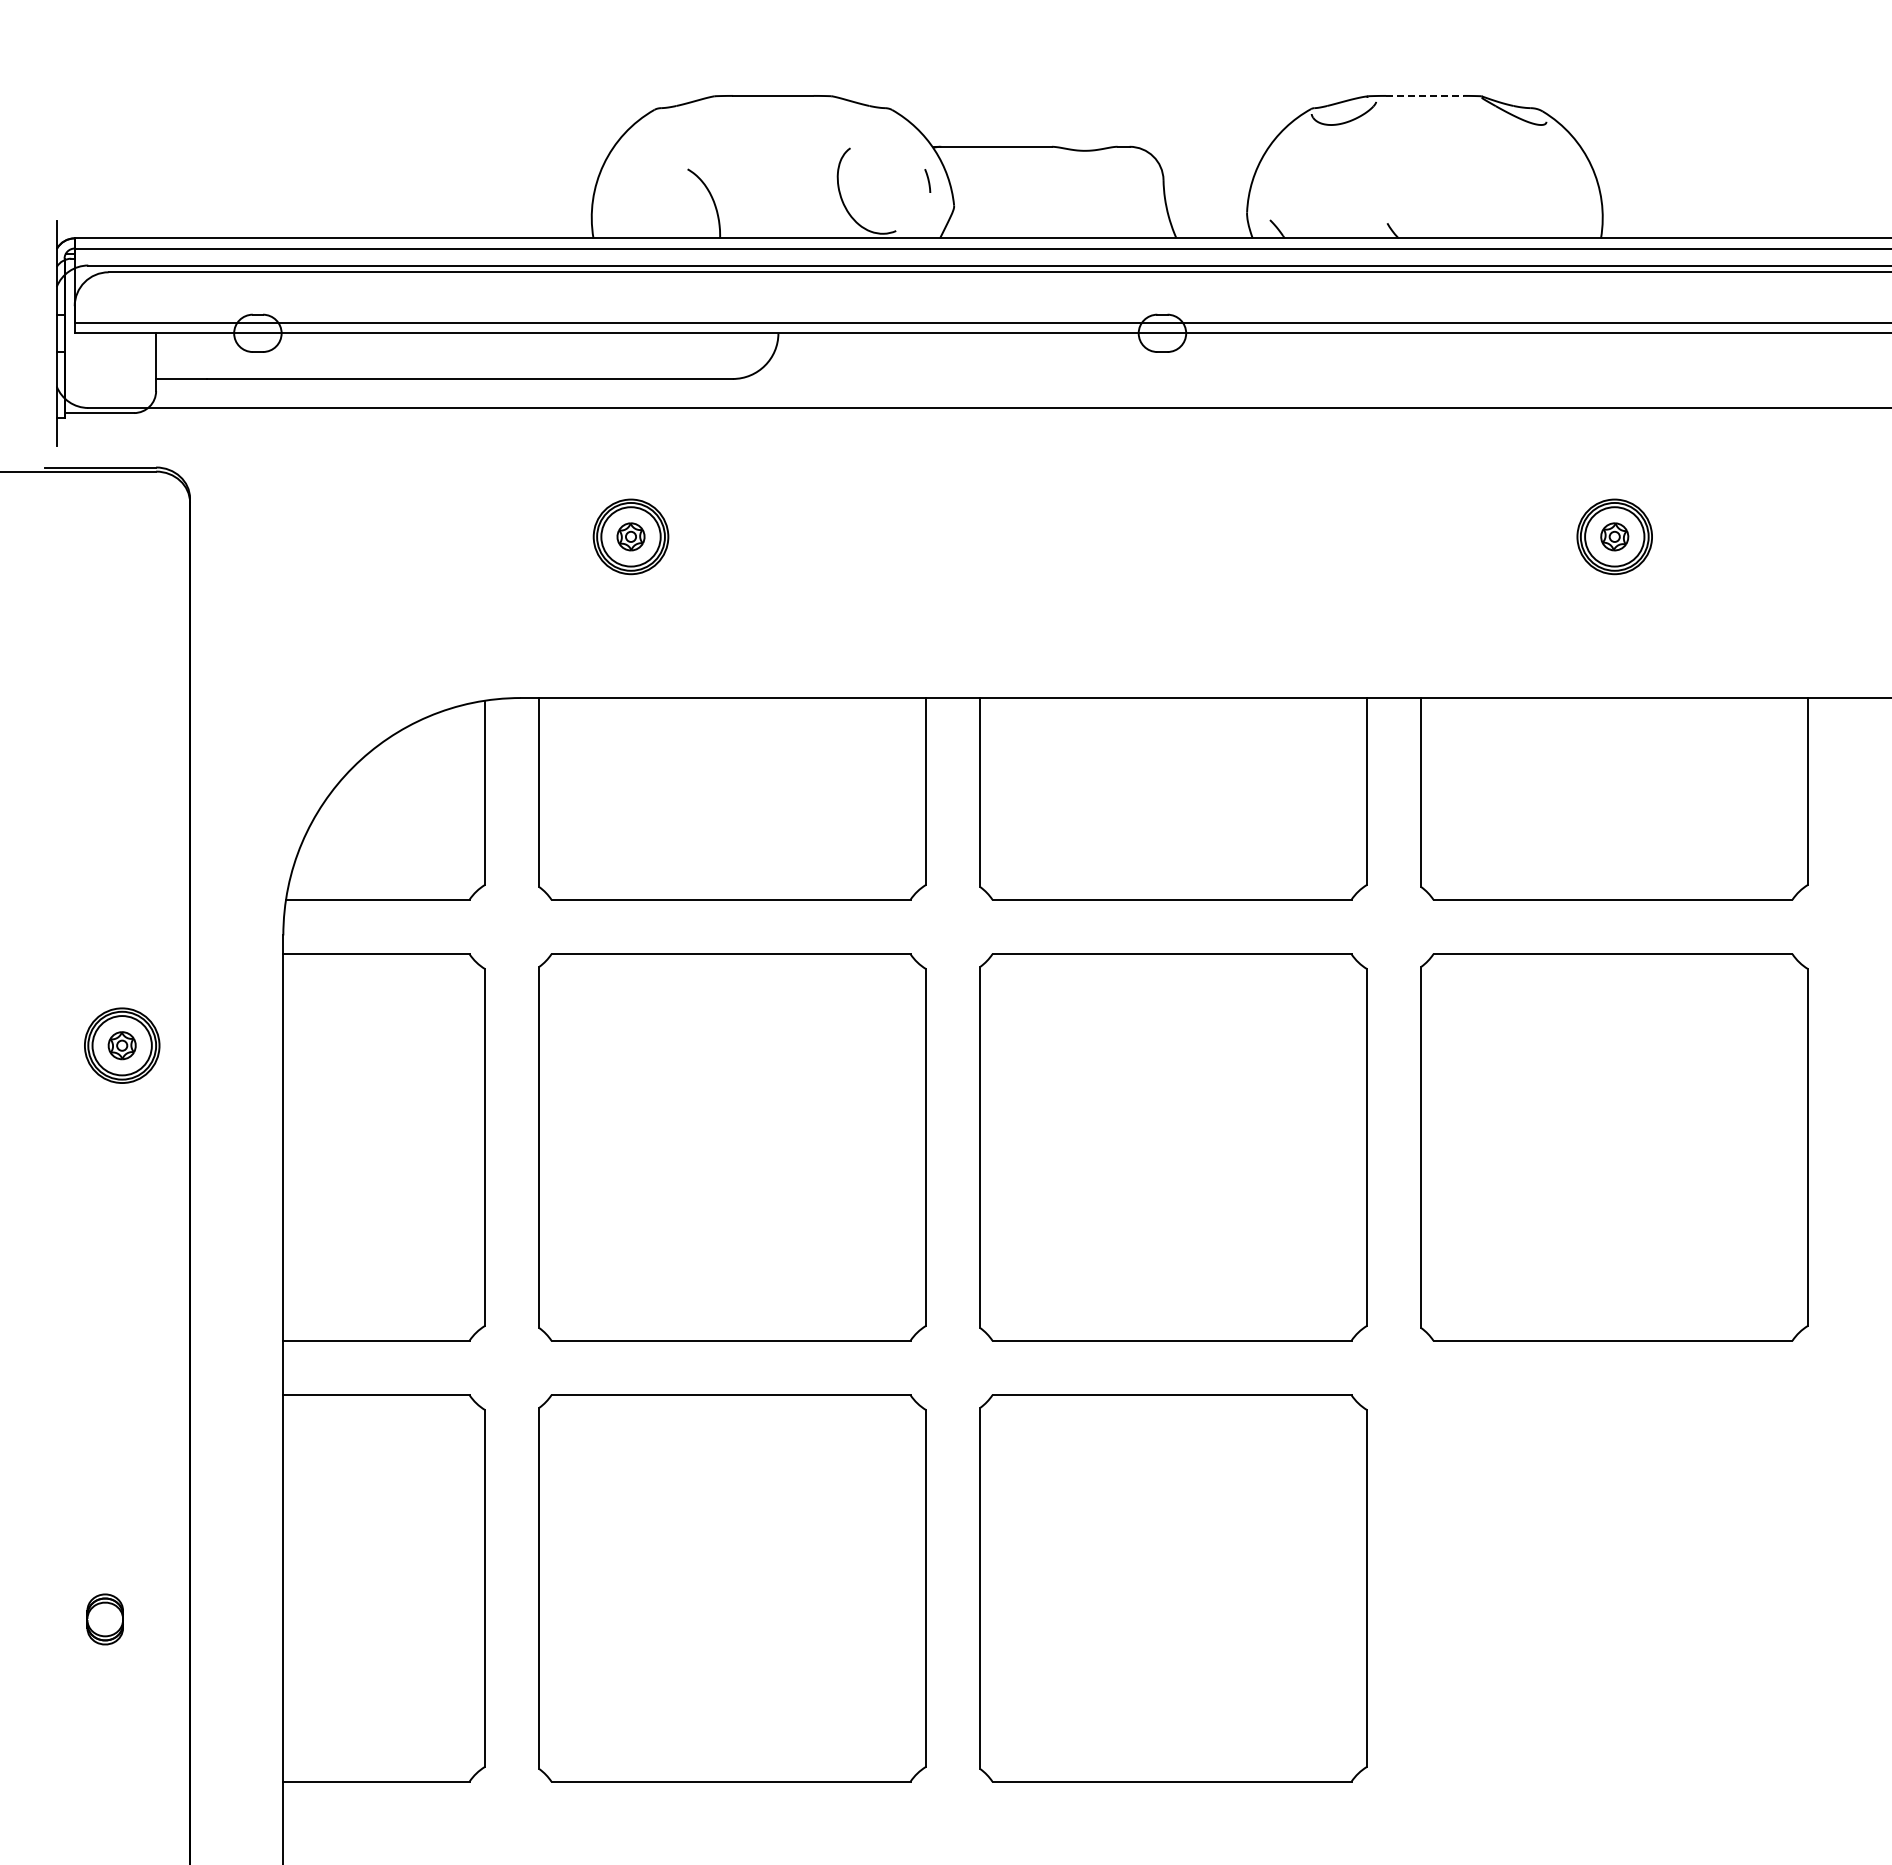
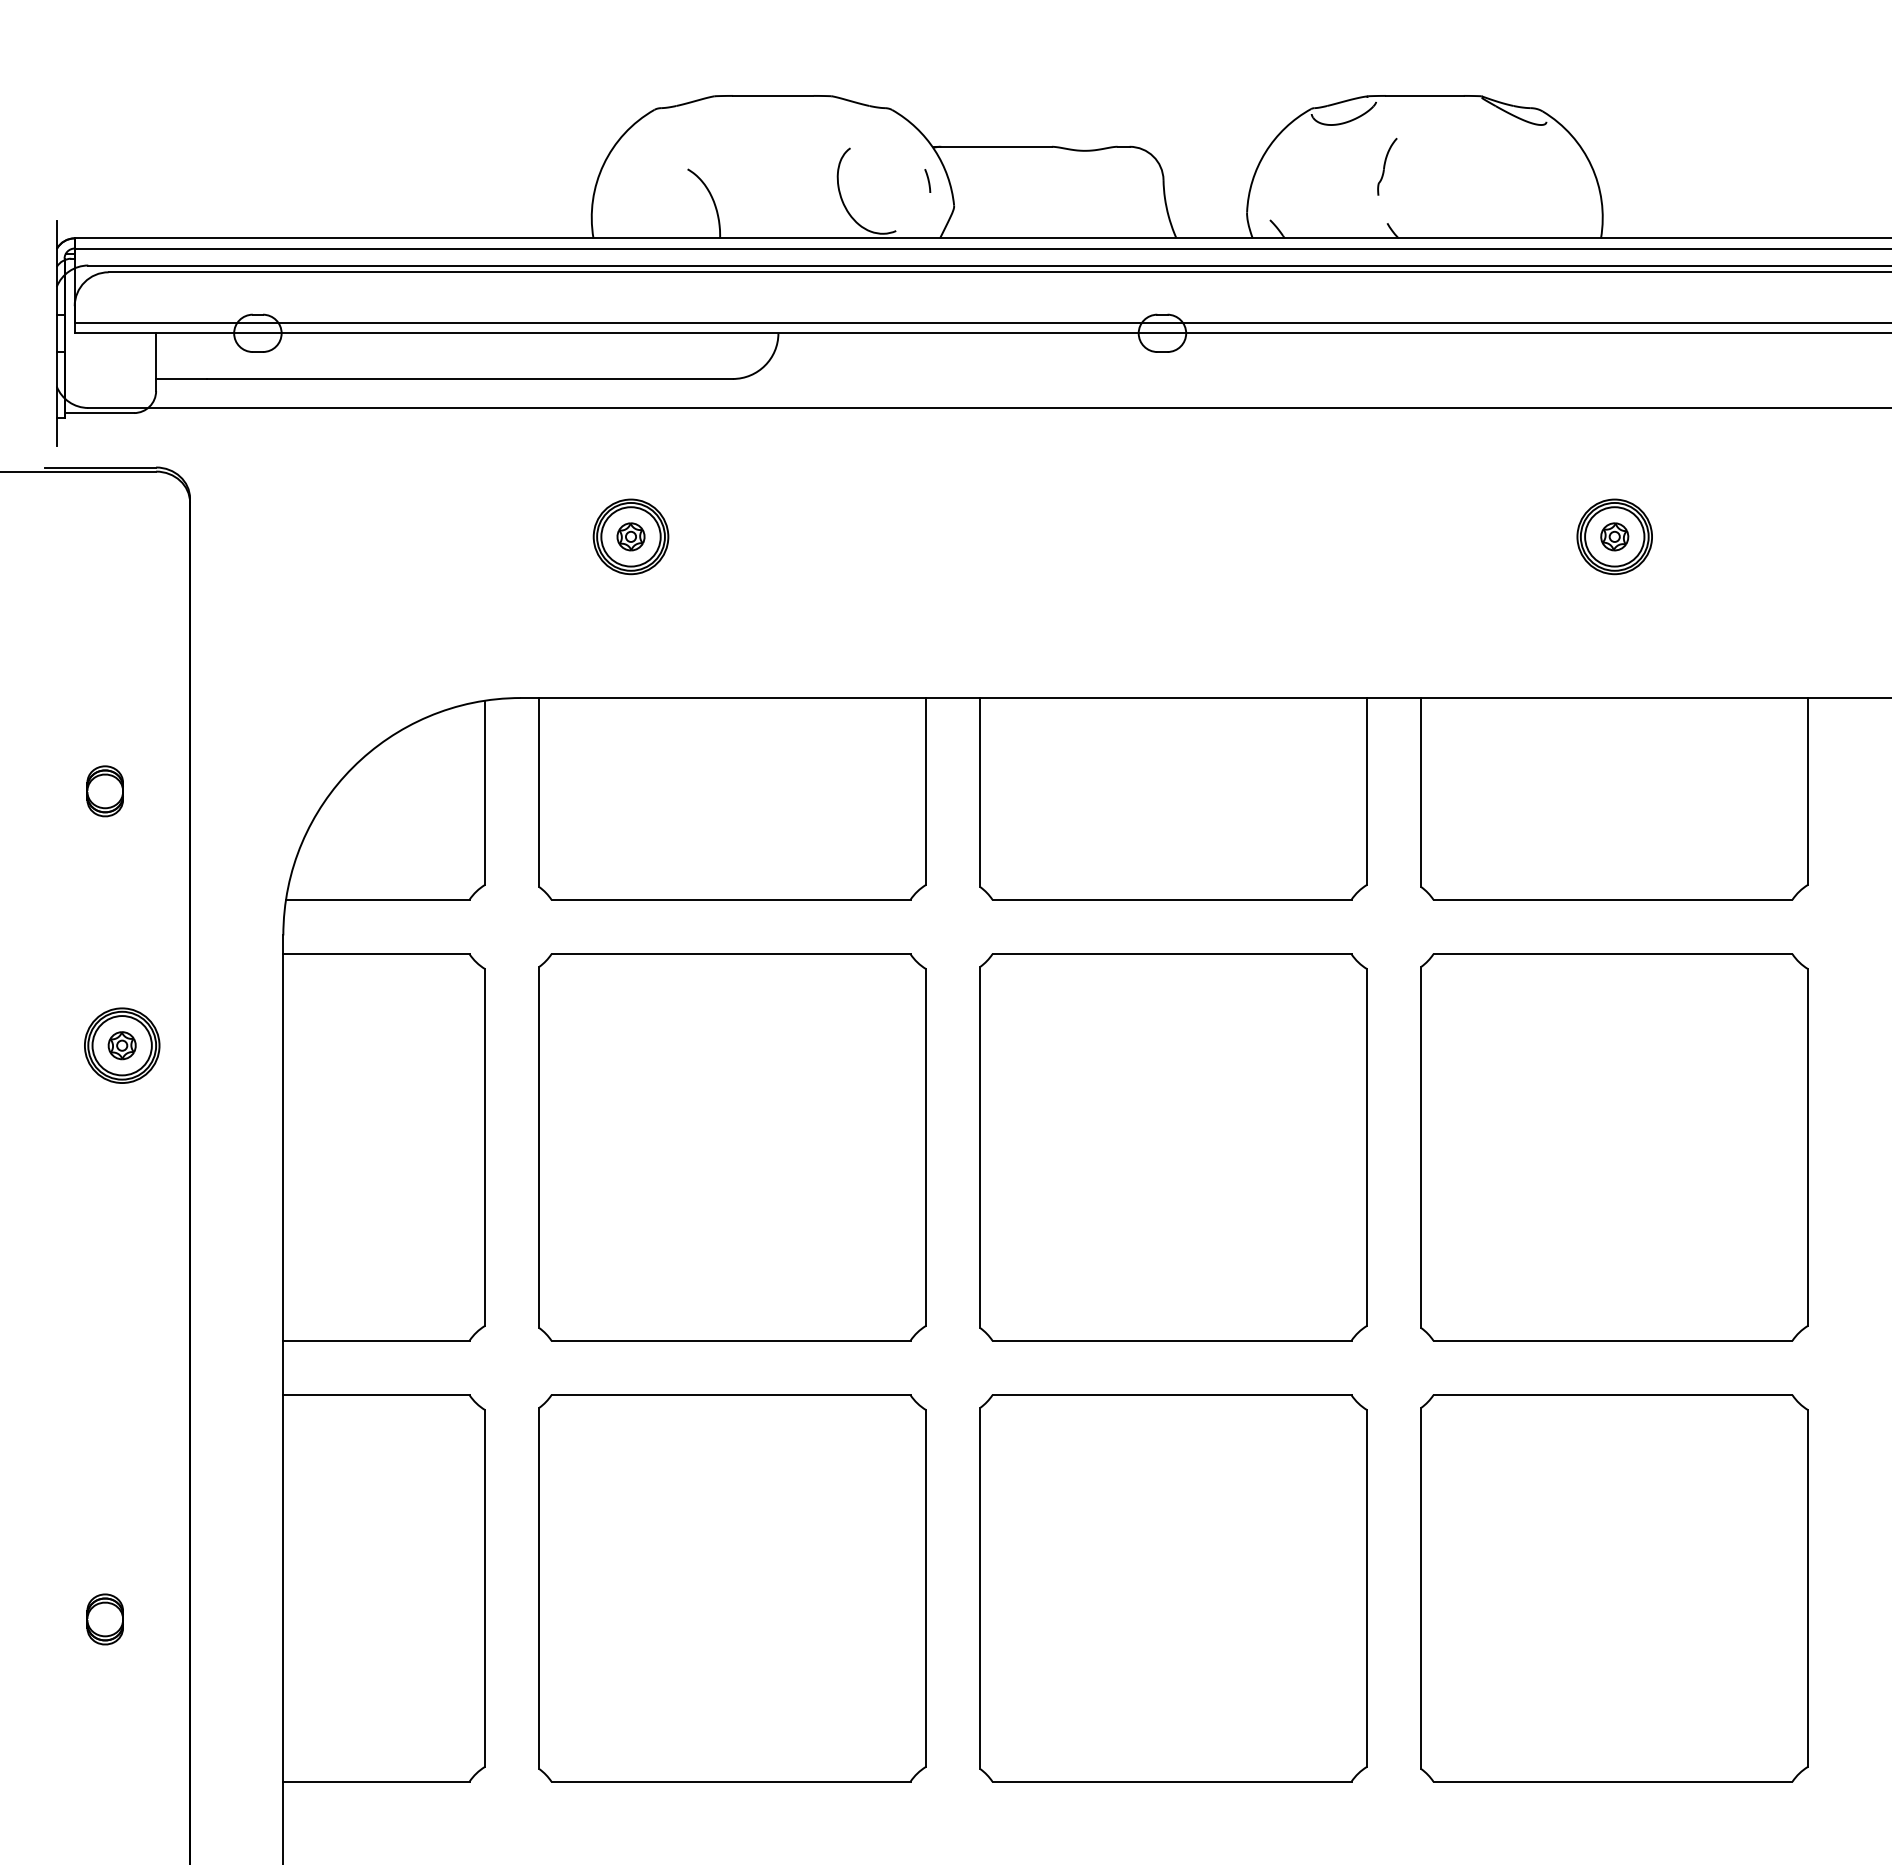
line at (1424, 95): dashed -> solid
part at (1387, 166): none -> present
part at (104, 791): none -> present
part at (1614, 1588): none -> present
